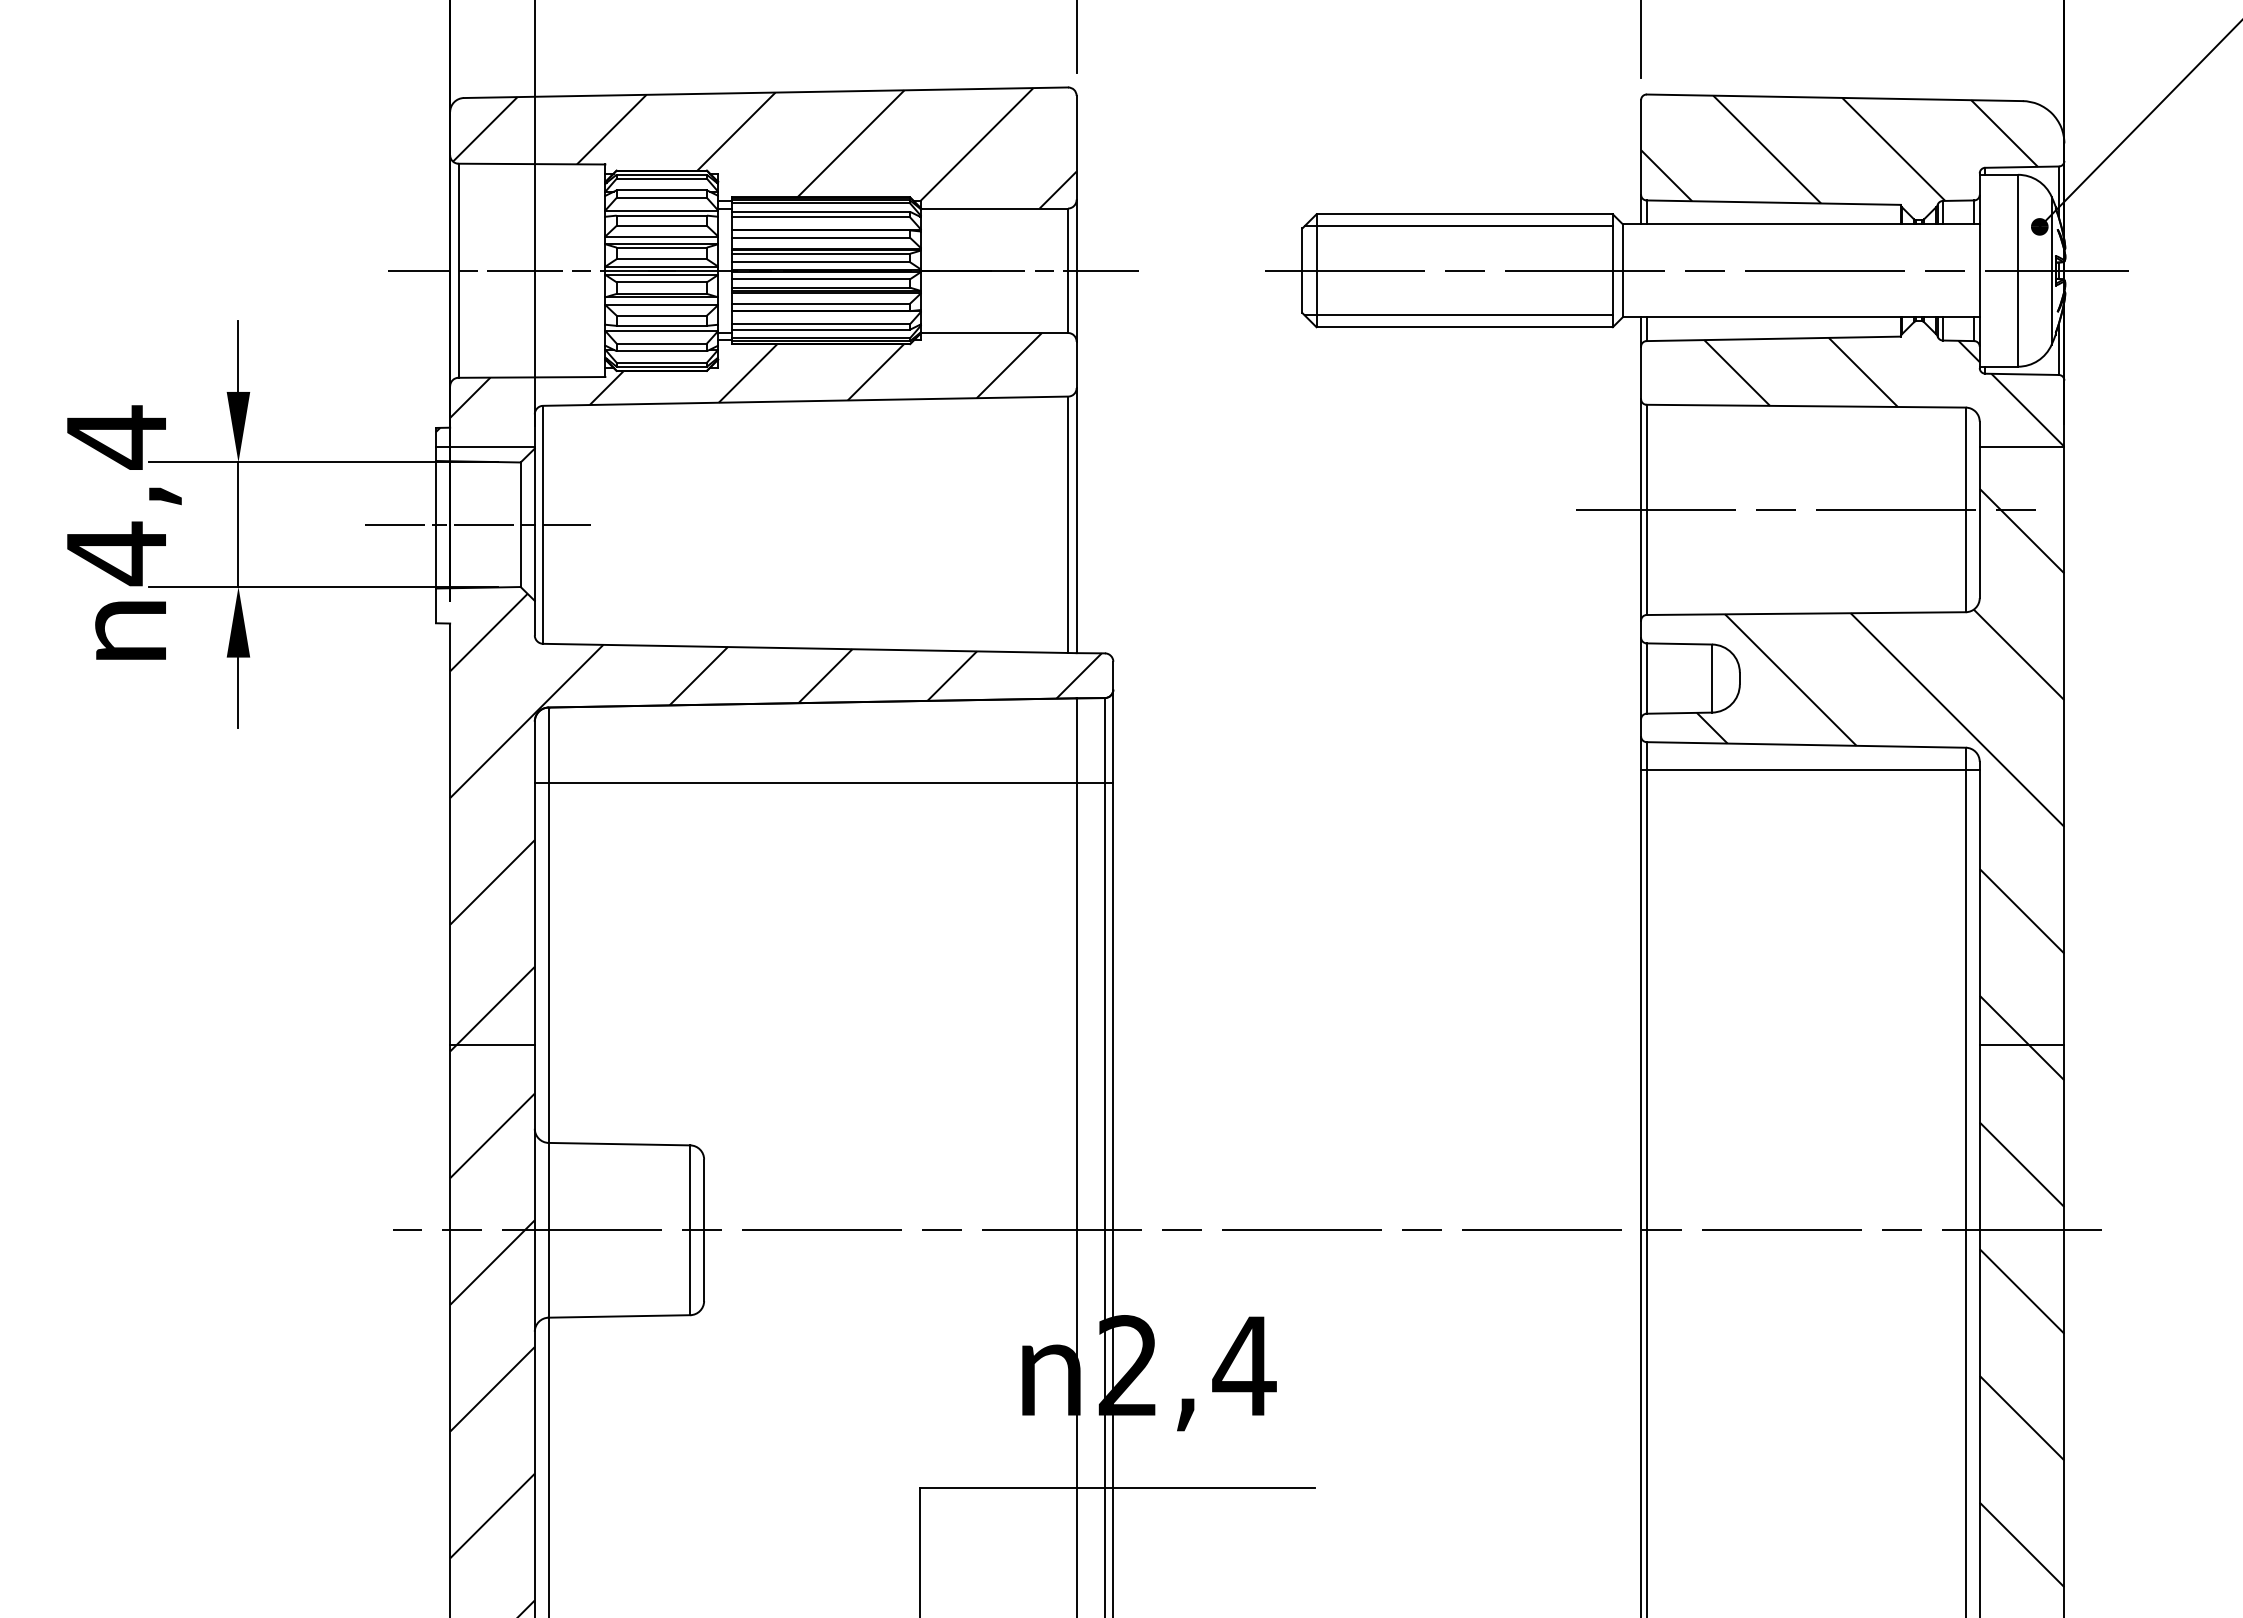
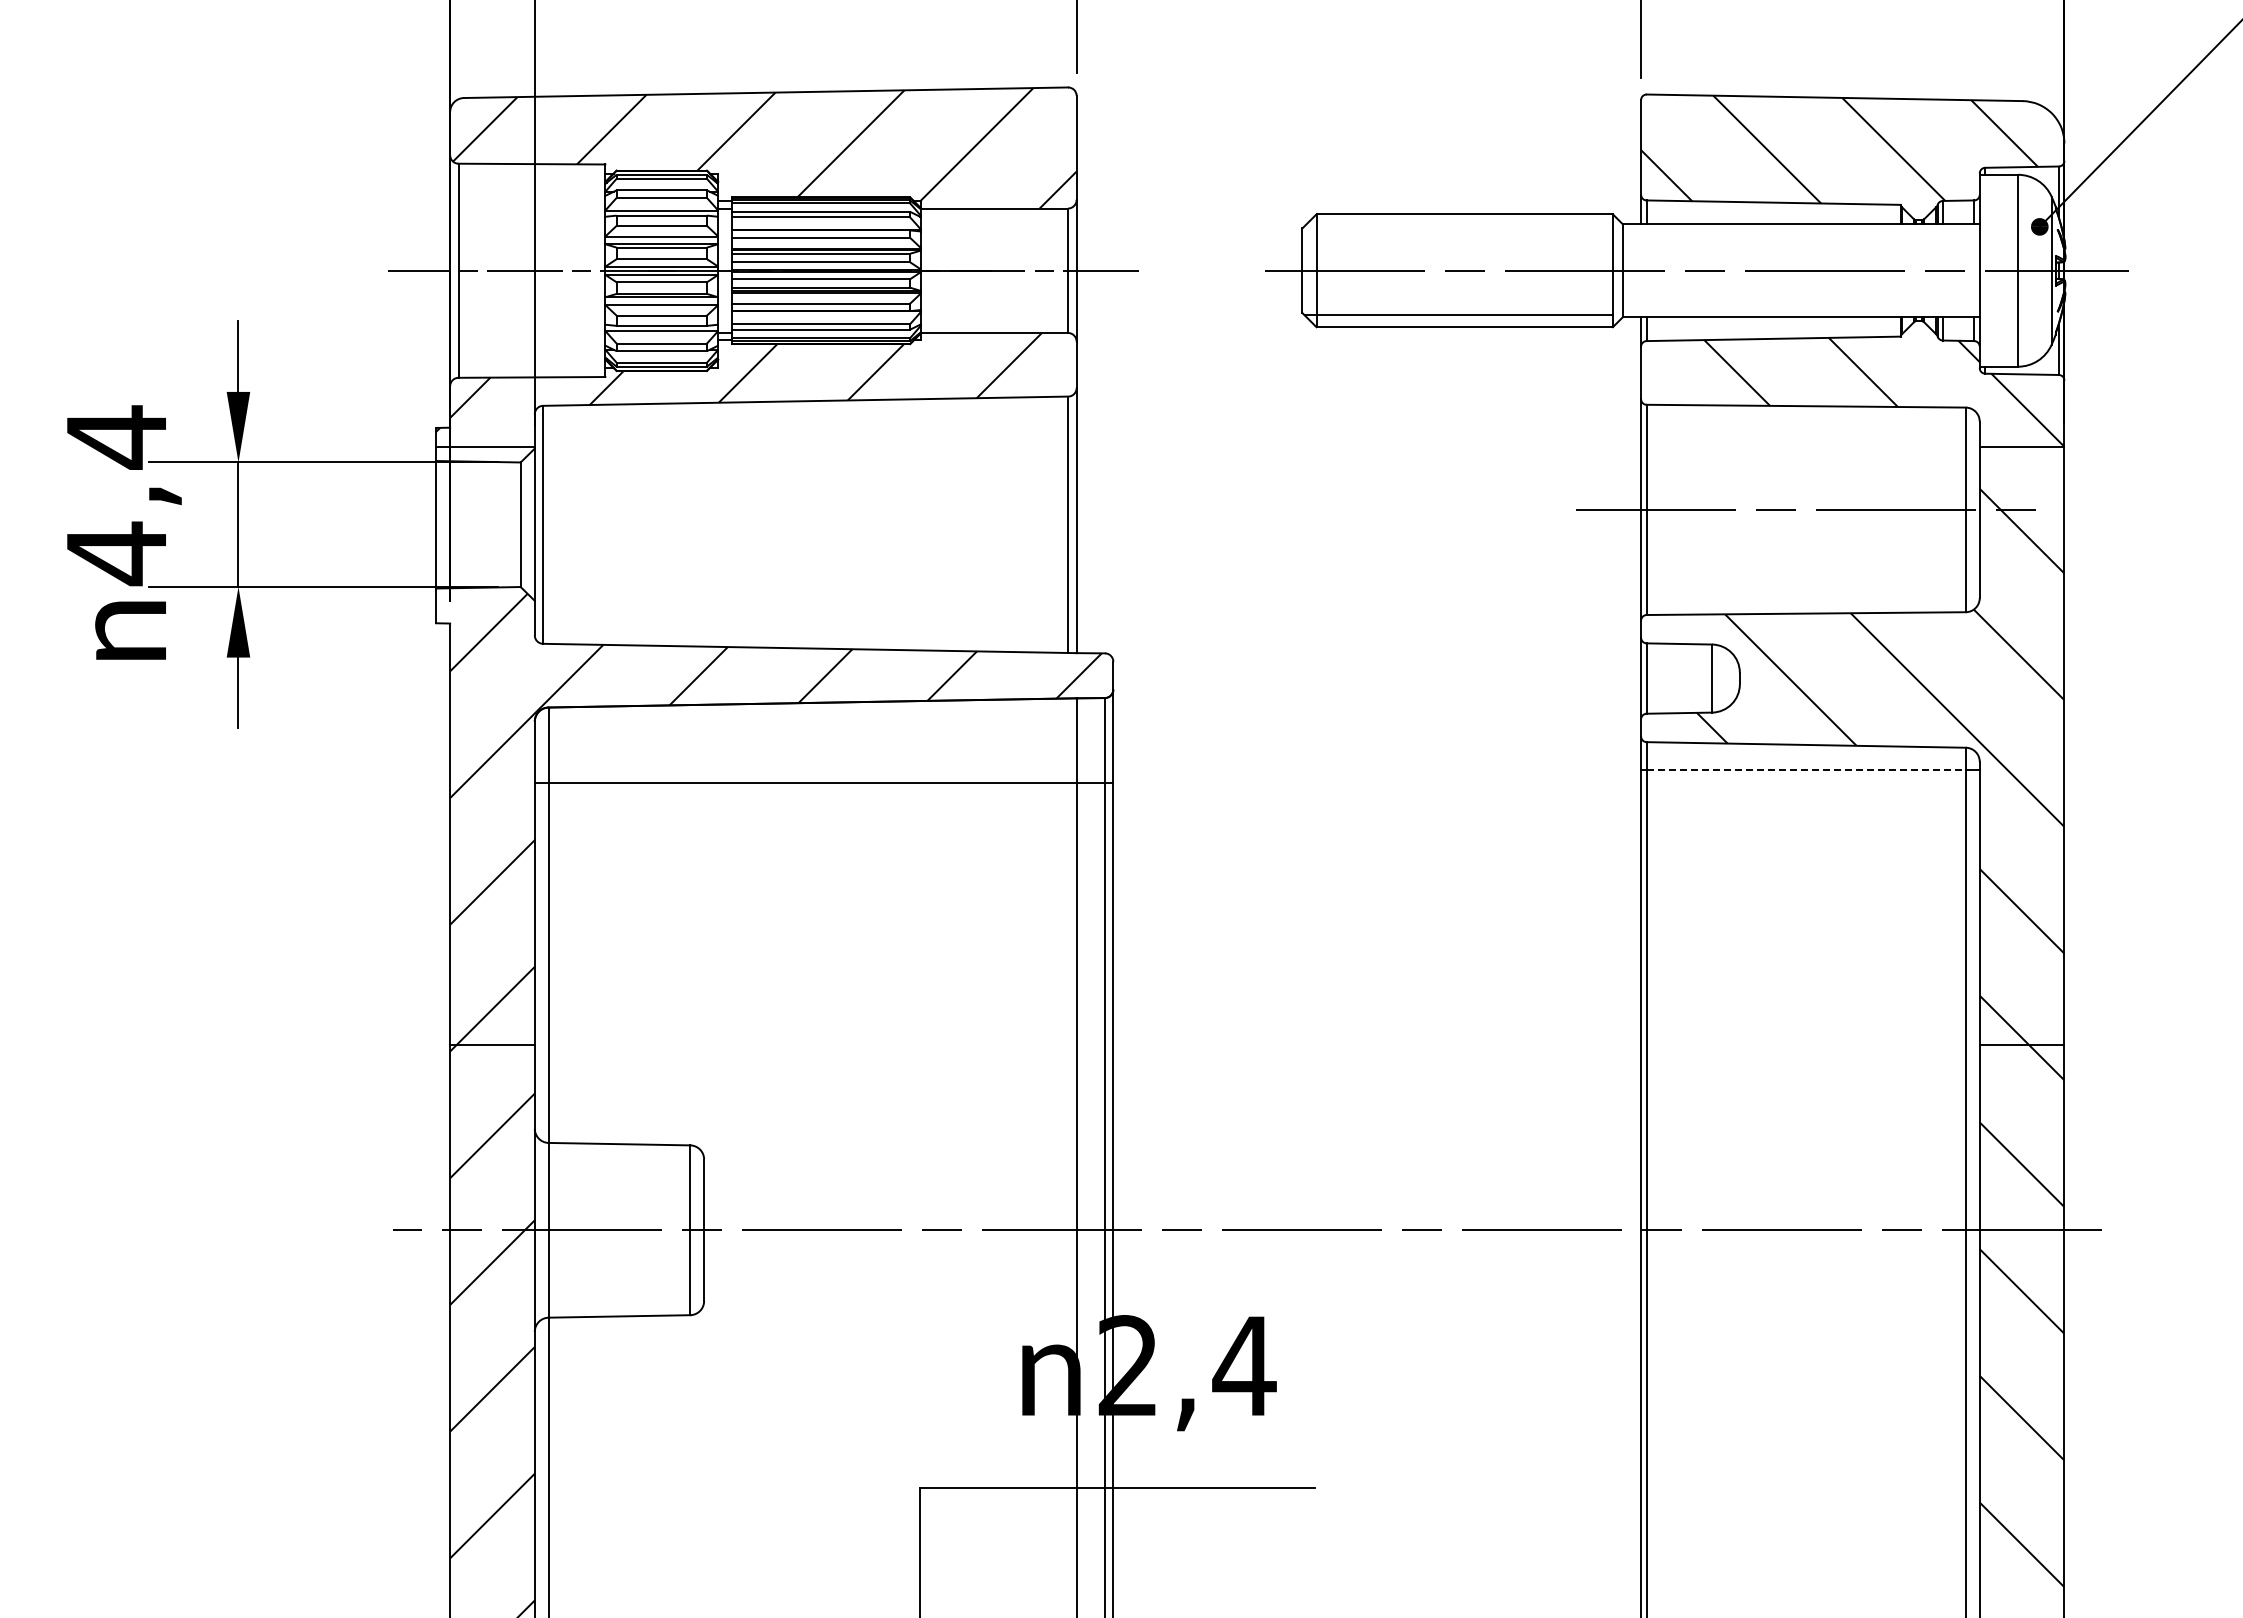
line at (1458, 226): present -> none
line at (478, 524): present -> none
line at (1806, 770): solid -> dashed
